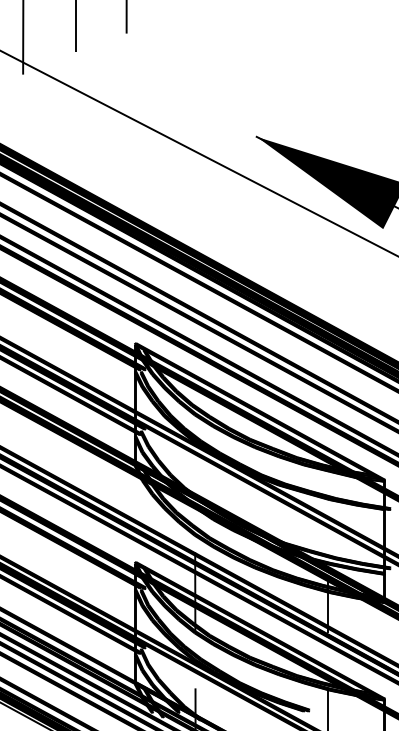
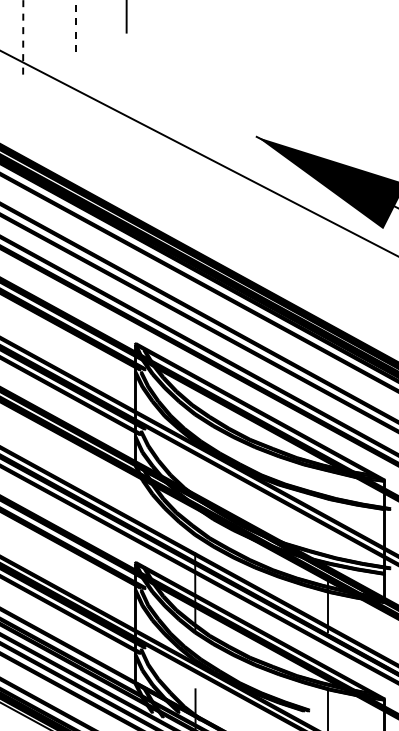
line at (75, 26): solid -> dashed
line at (23, 37): solid -> dashed
